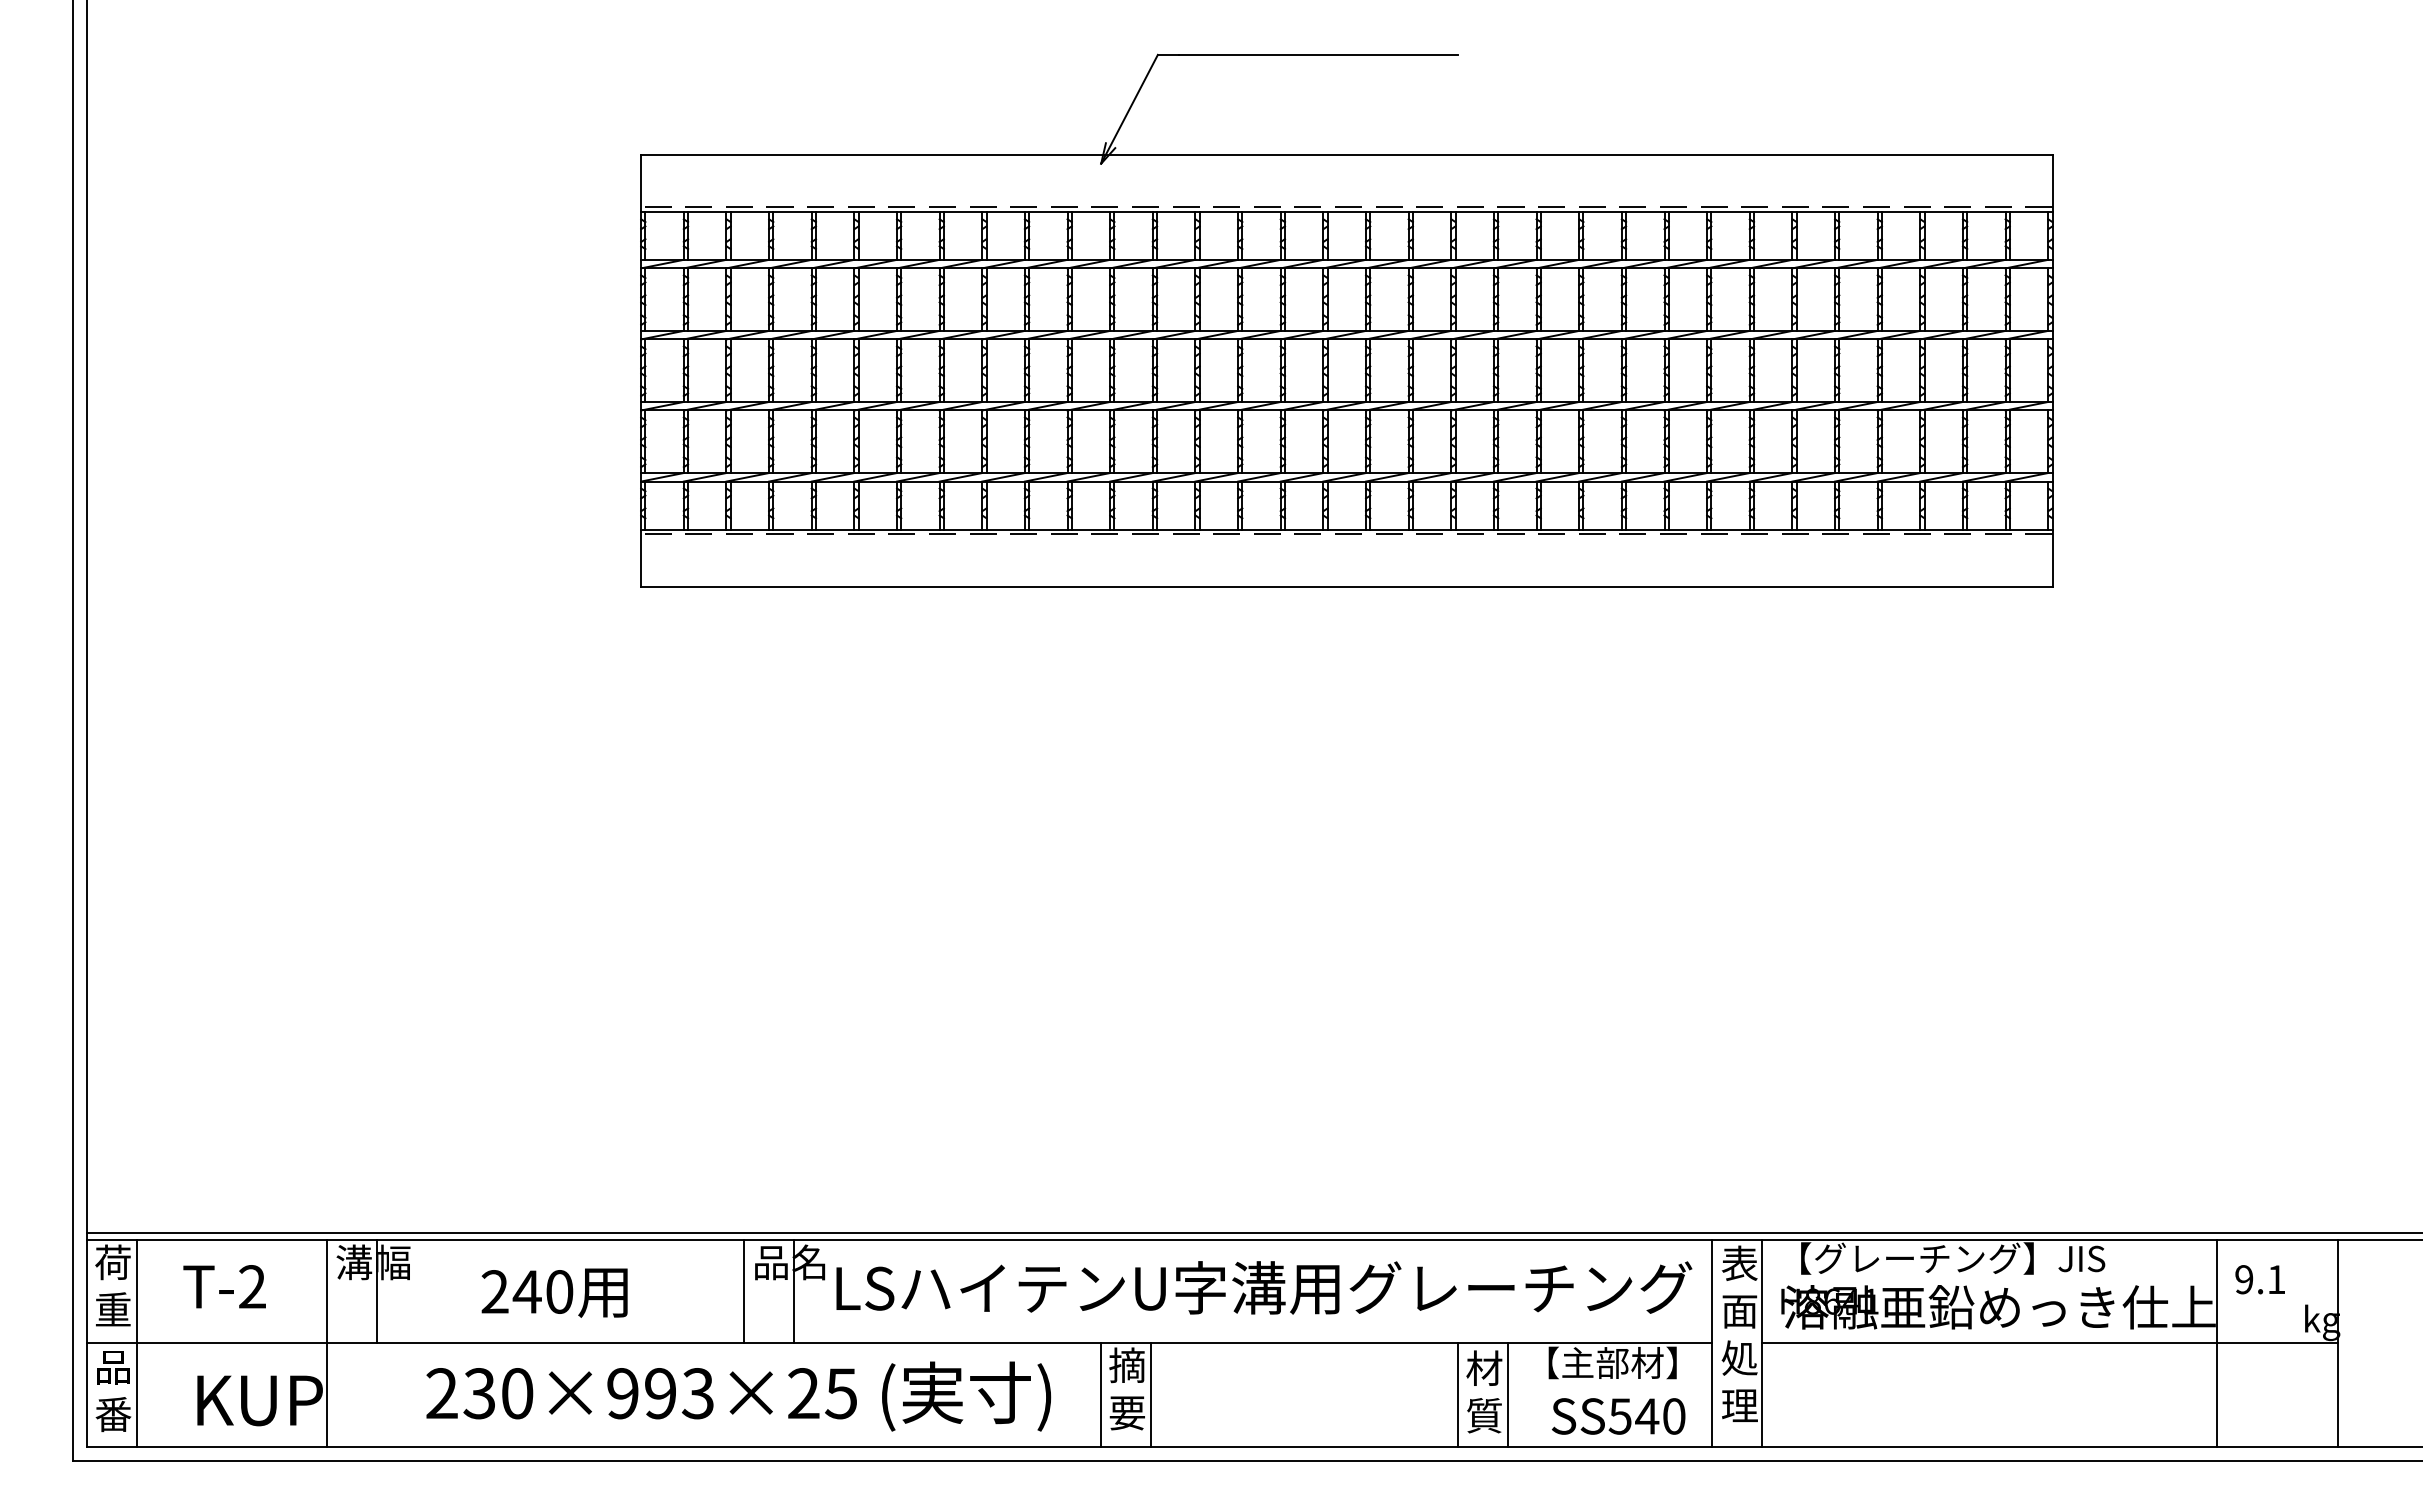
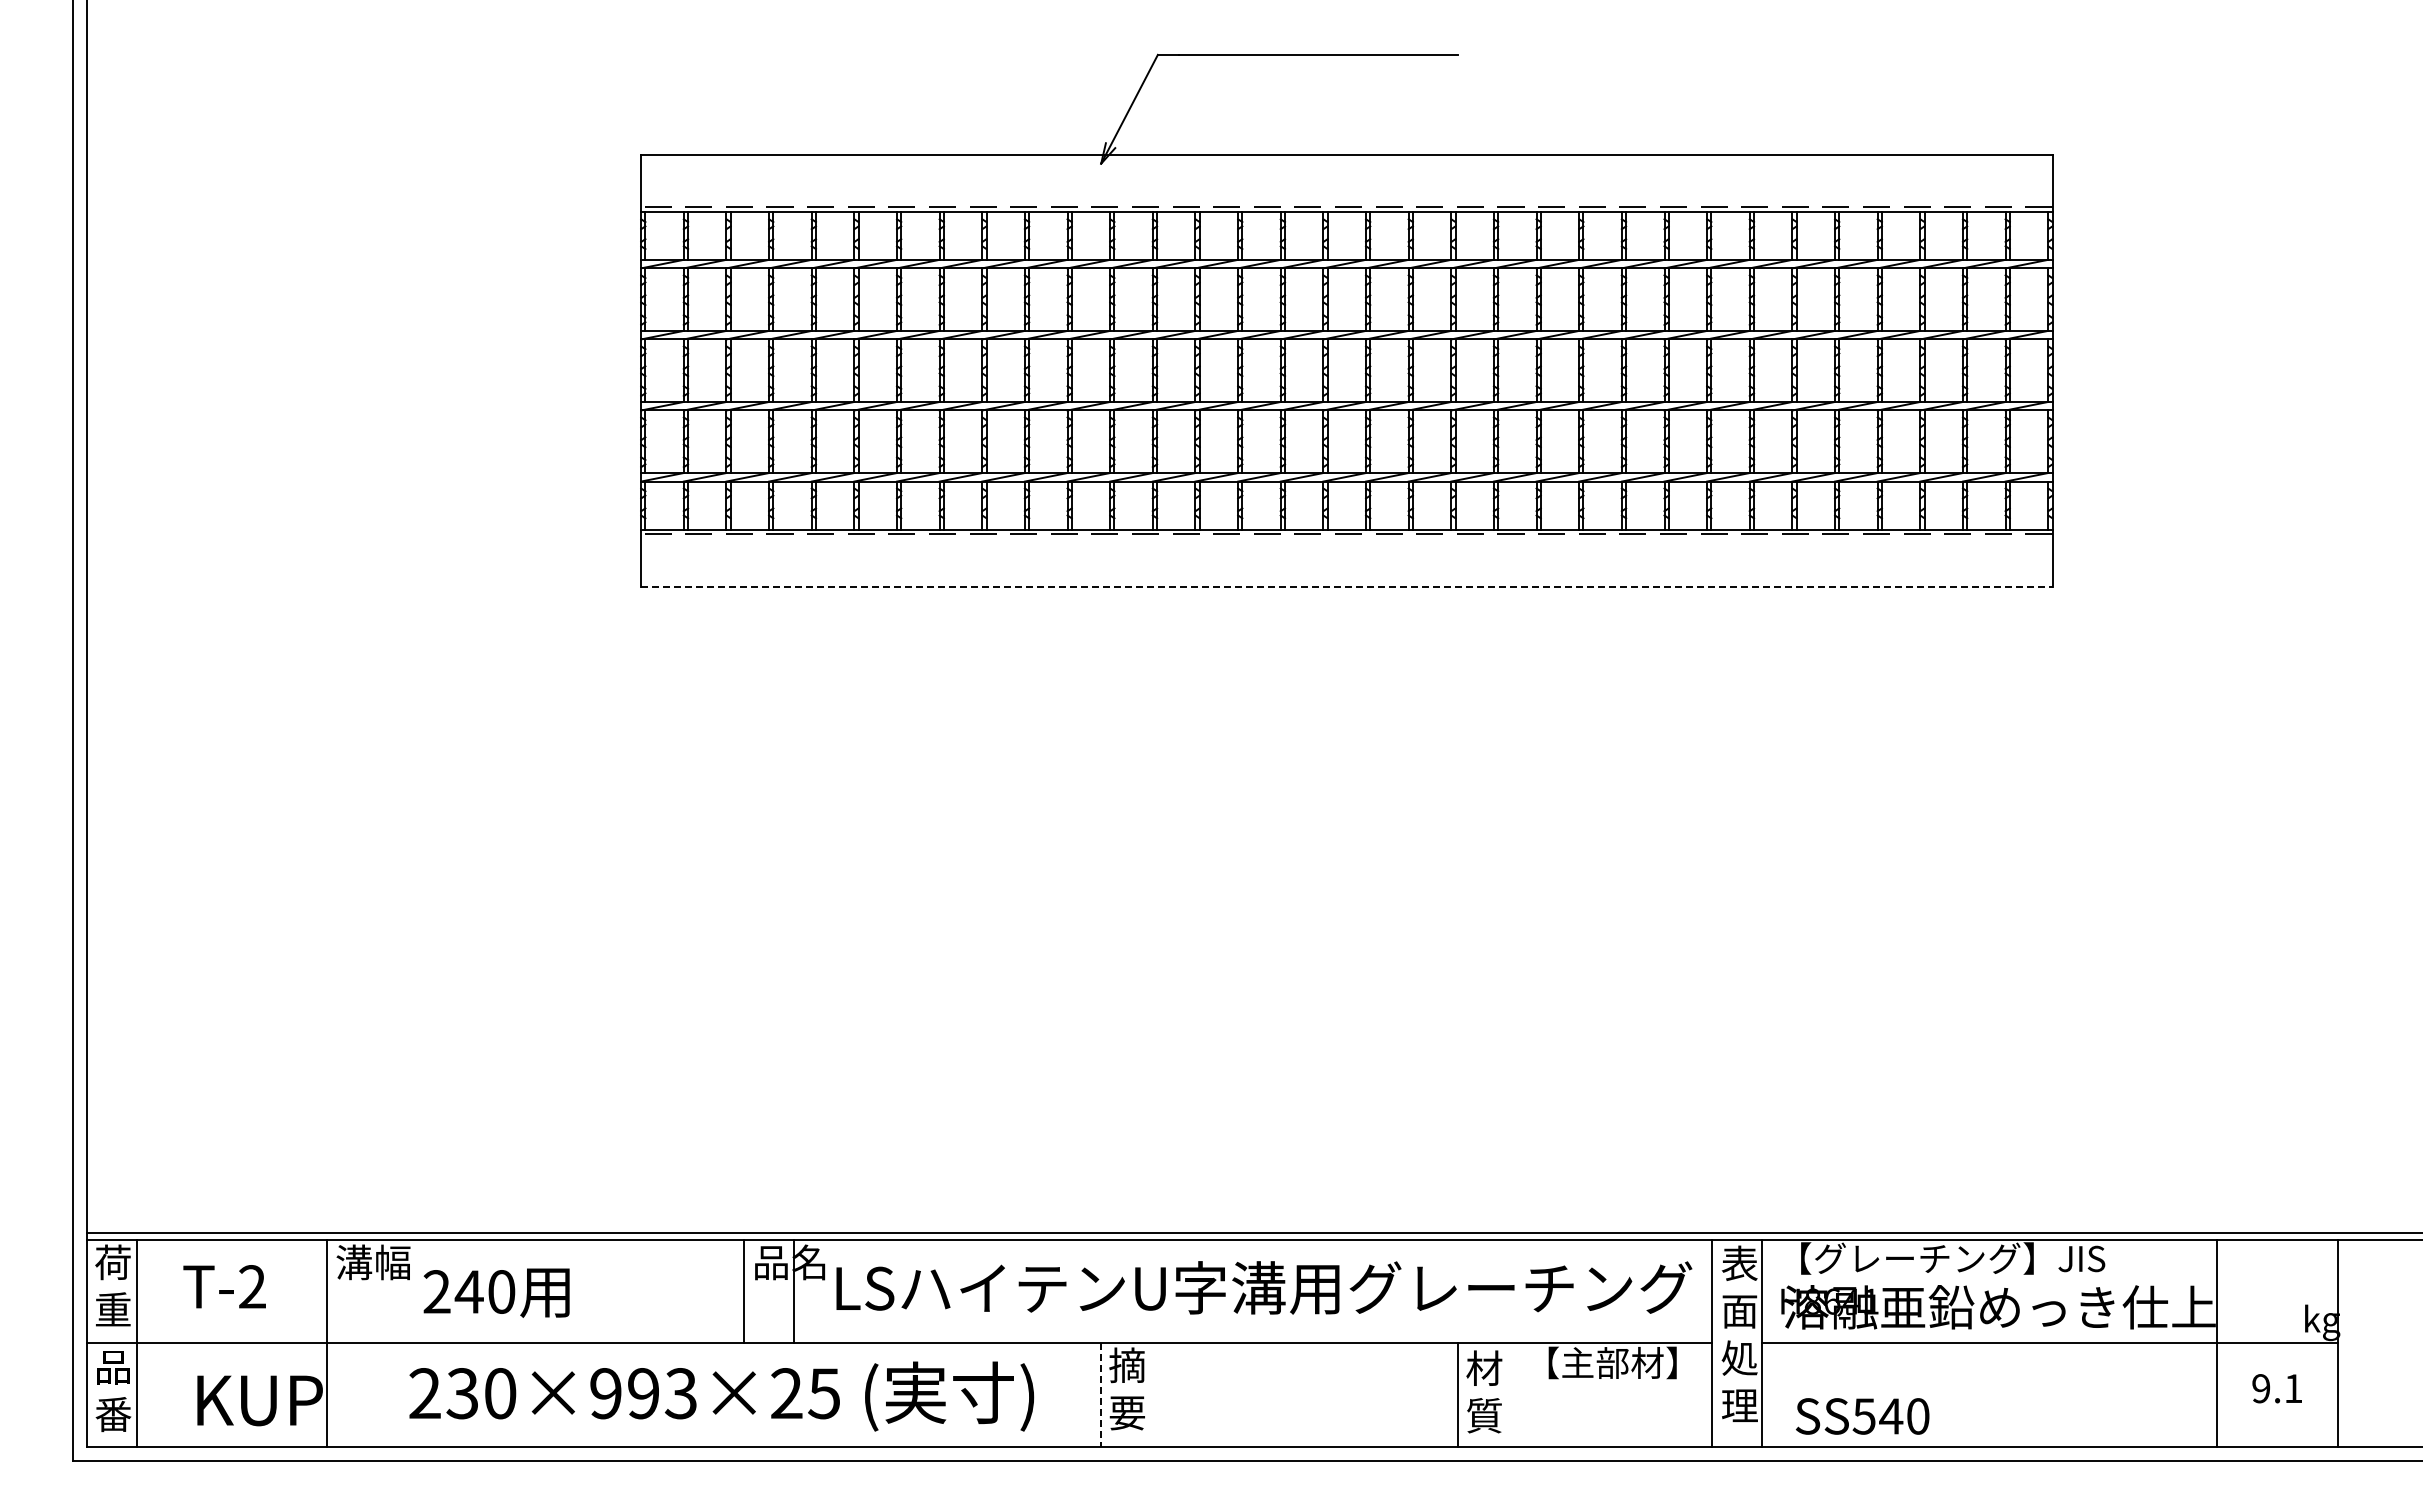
line at (1346, 586): solid -> dashed
text at (2259, 1279) position: (2259, 1279) -> (2276, 1388)
line at (376, 1291): present -> none
text at (554, 1292) position: (554, 1292) -> (496, 1292)
line at (1151, 1394): present -> none
line at (1508, 1394): present -> none
line at (1101, 1395): solid -> dashed
text at (738, 1396) position: (738, 1396) -> (721, 1396)
text at (1618, 1416) position: (1618, 1416) -> (1862, 1416)
